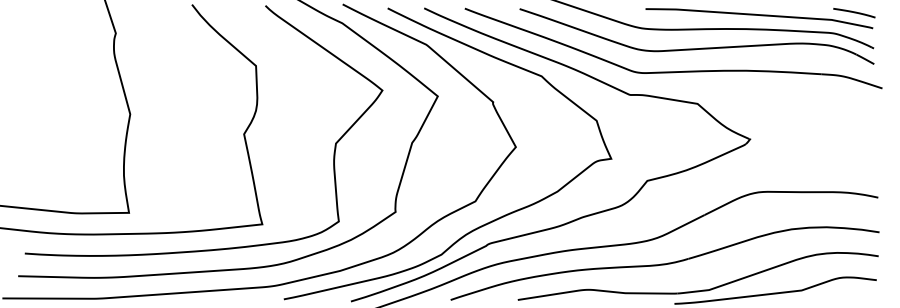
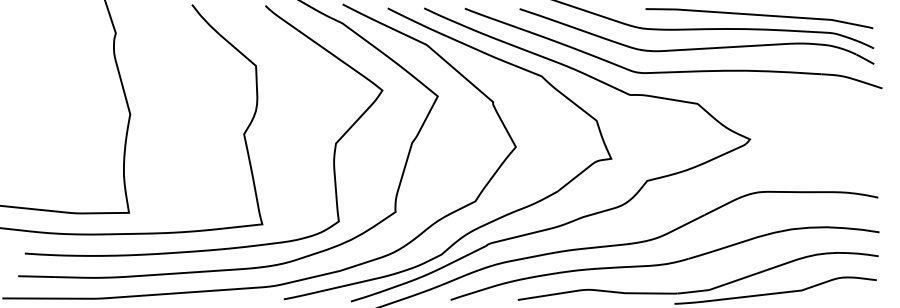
line at (854, 13): present -> none
